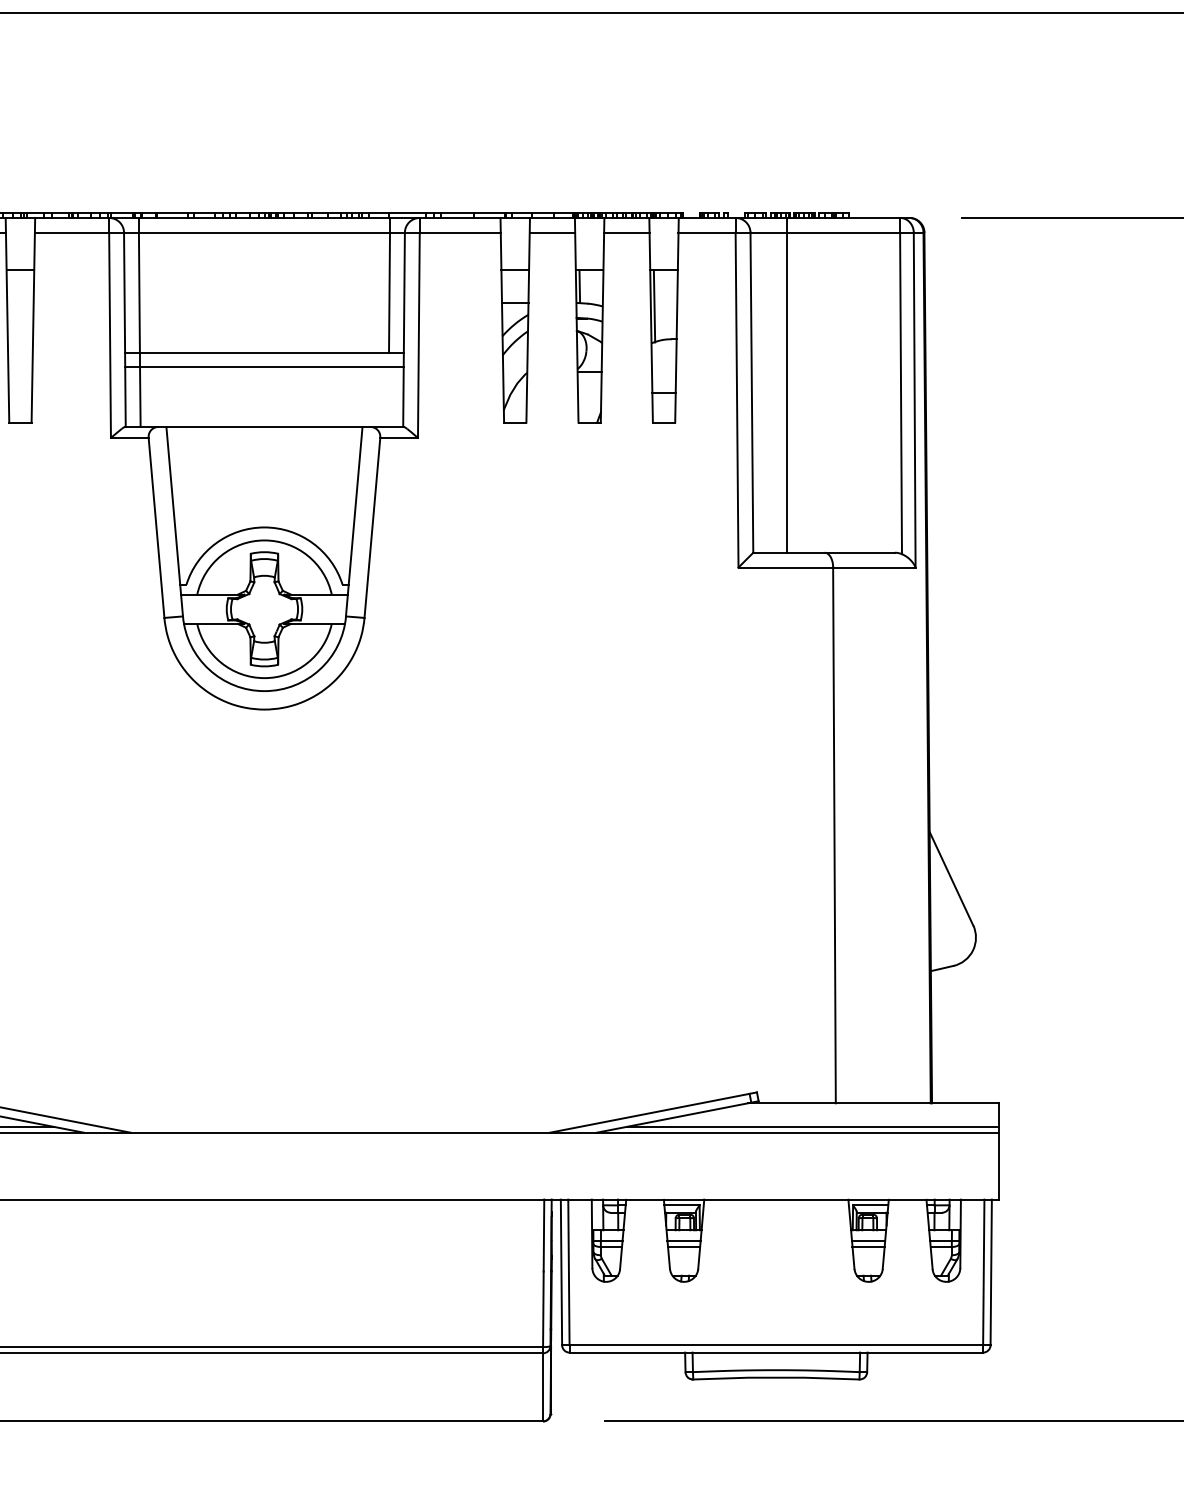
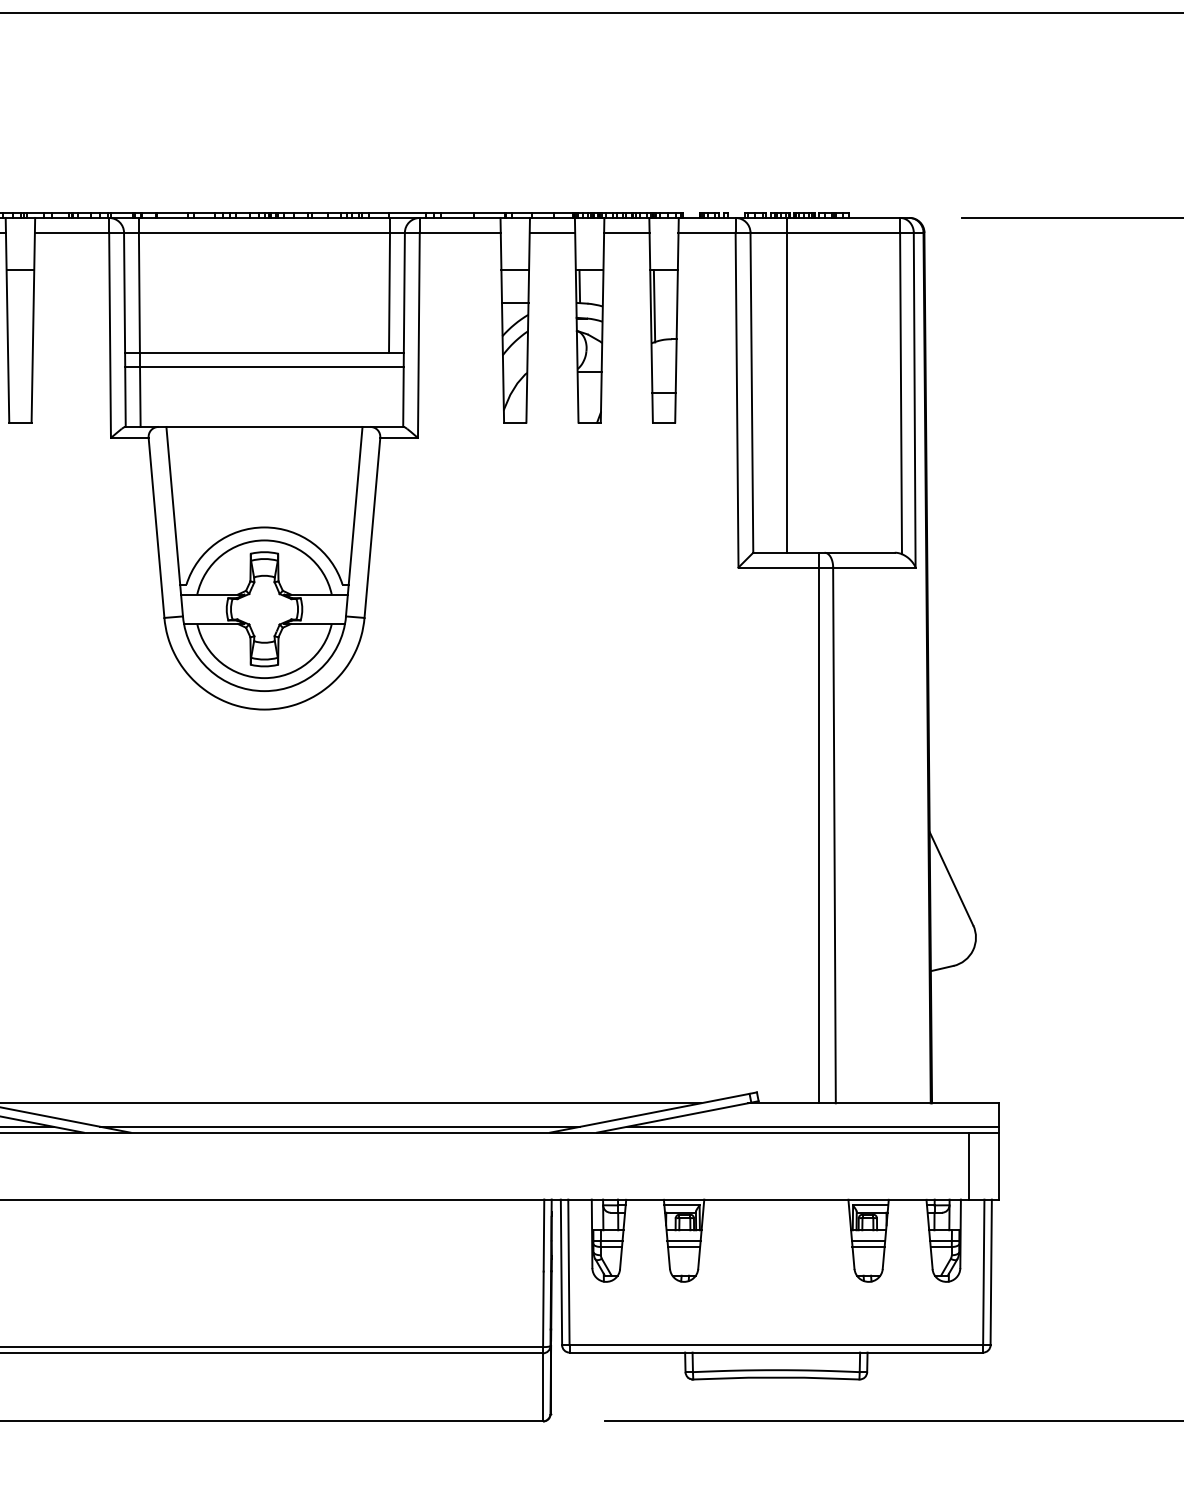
line at (818, 827): none -> present
line at (351, 1103): none -> present
line at (340, 1126): none -> present
line at (969, 1165): none -> present
